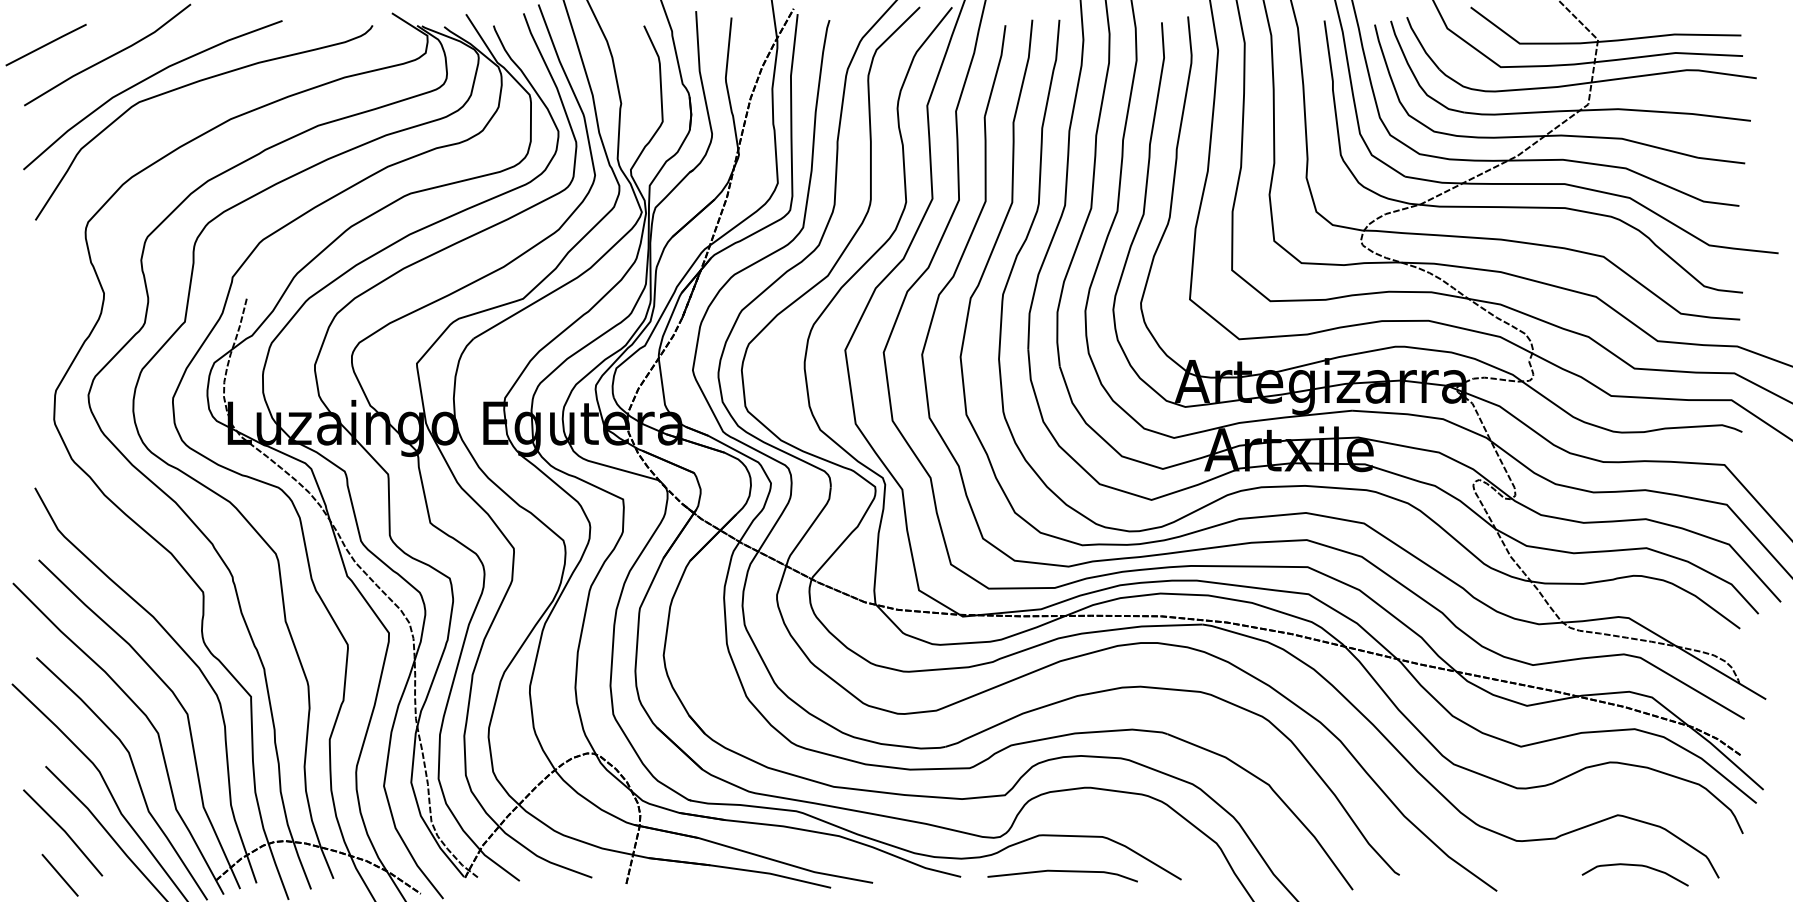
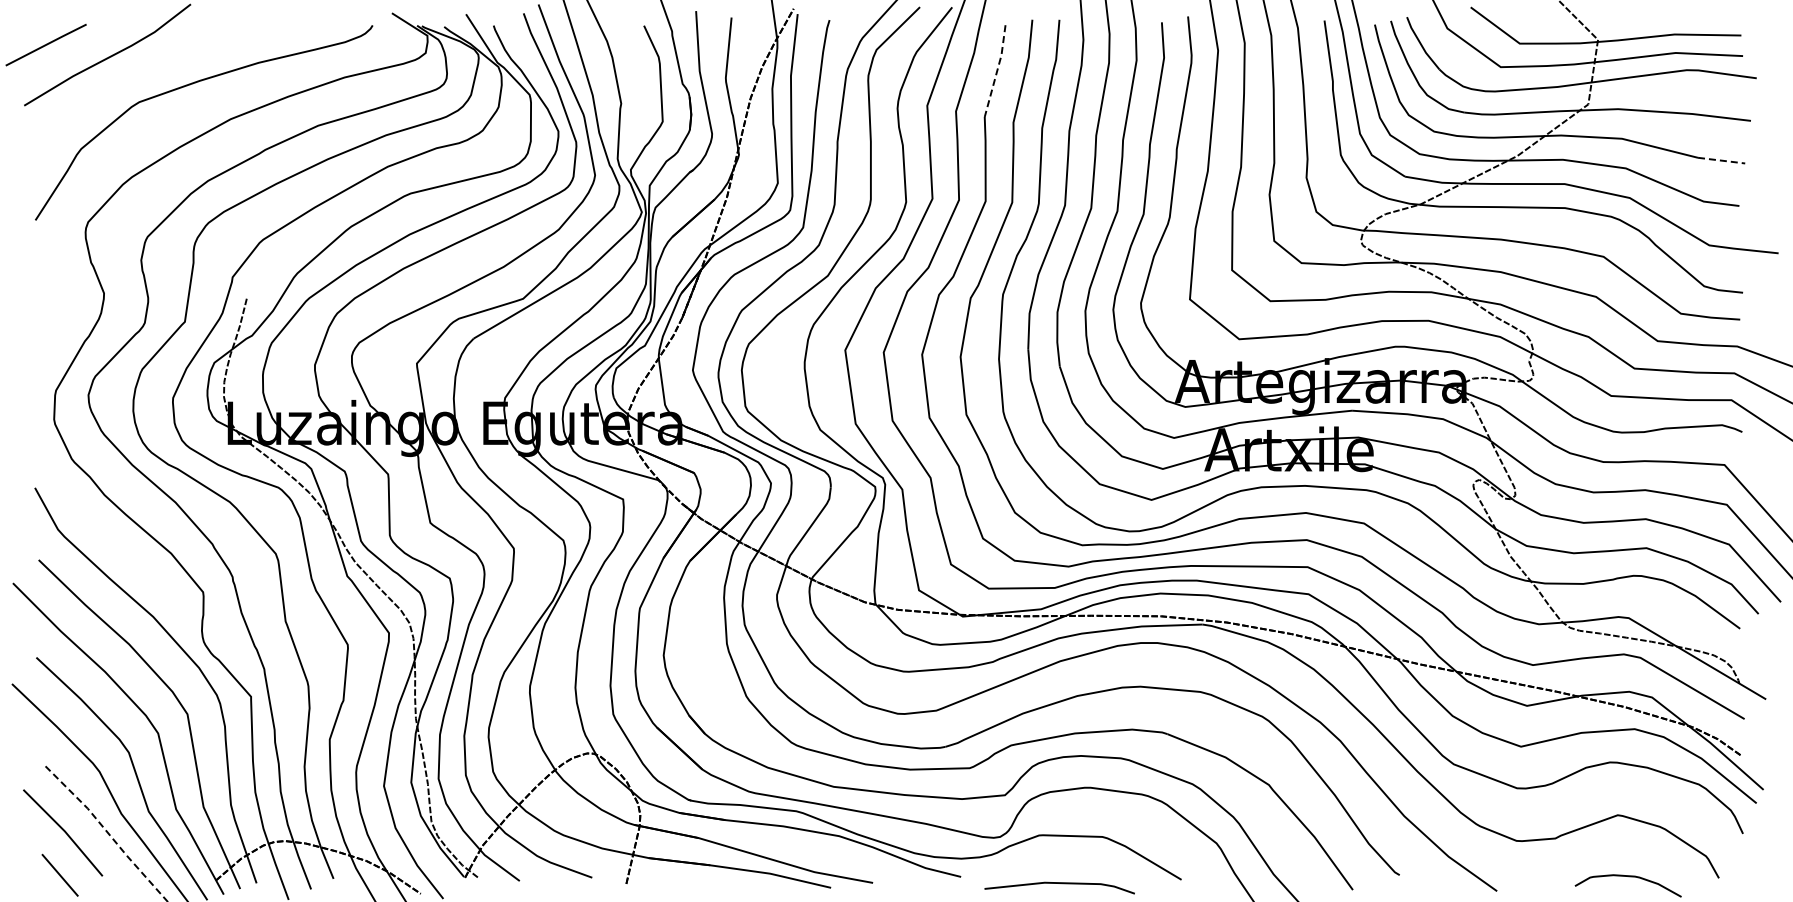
line at (997, 70): solid -> dashed
curve at (144, 81): present -> none
line at (1721, 160): solid -> dashed
line at (108, 833): solid -> dashed
curve at (1635, 866) position: (1635, 866) -> (1628, 877)
line at (1064, 872) position: (1064, 872) -> (1061, 884)
